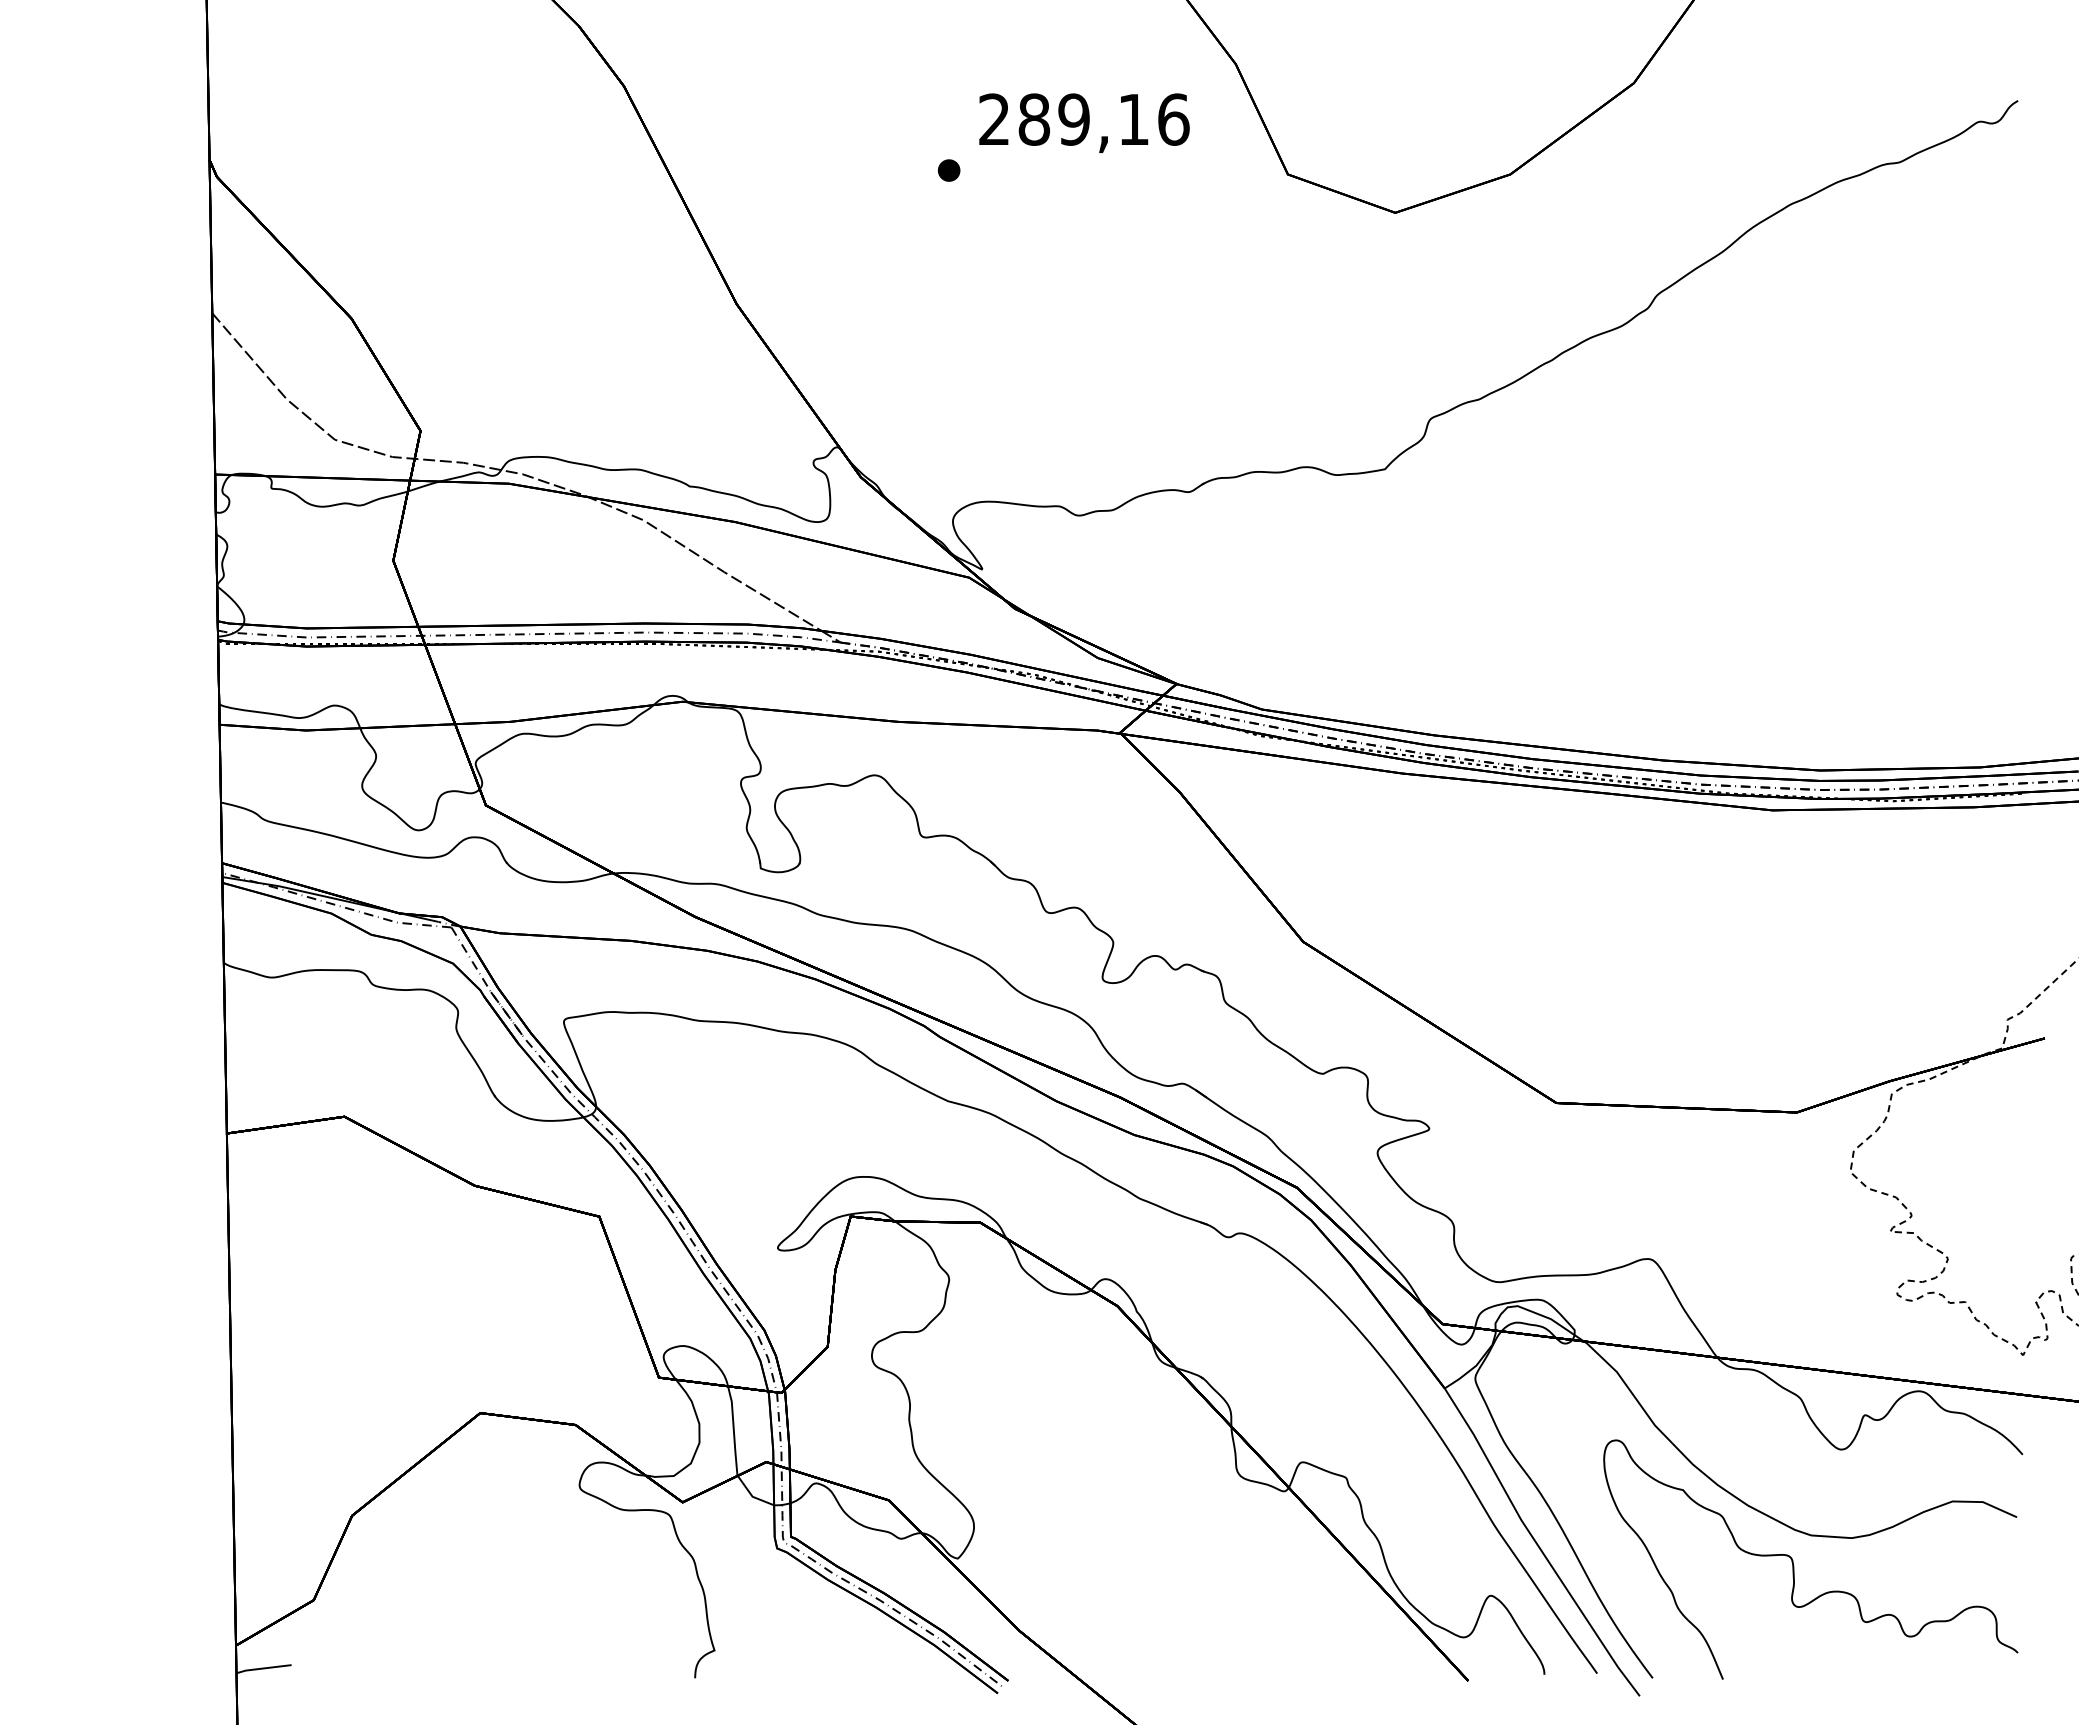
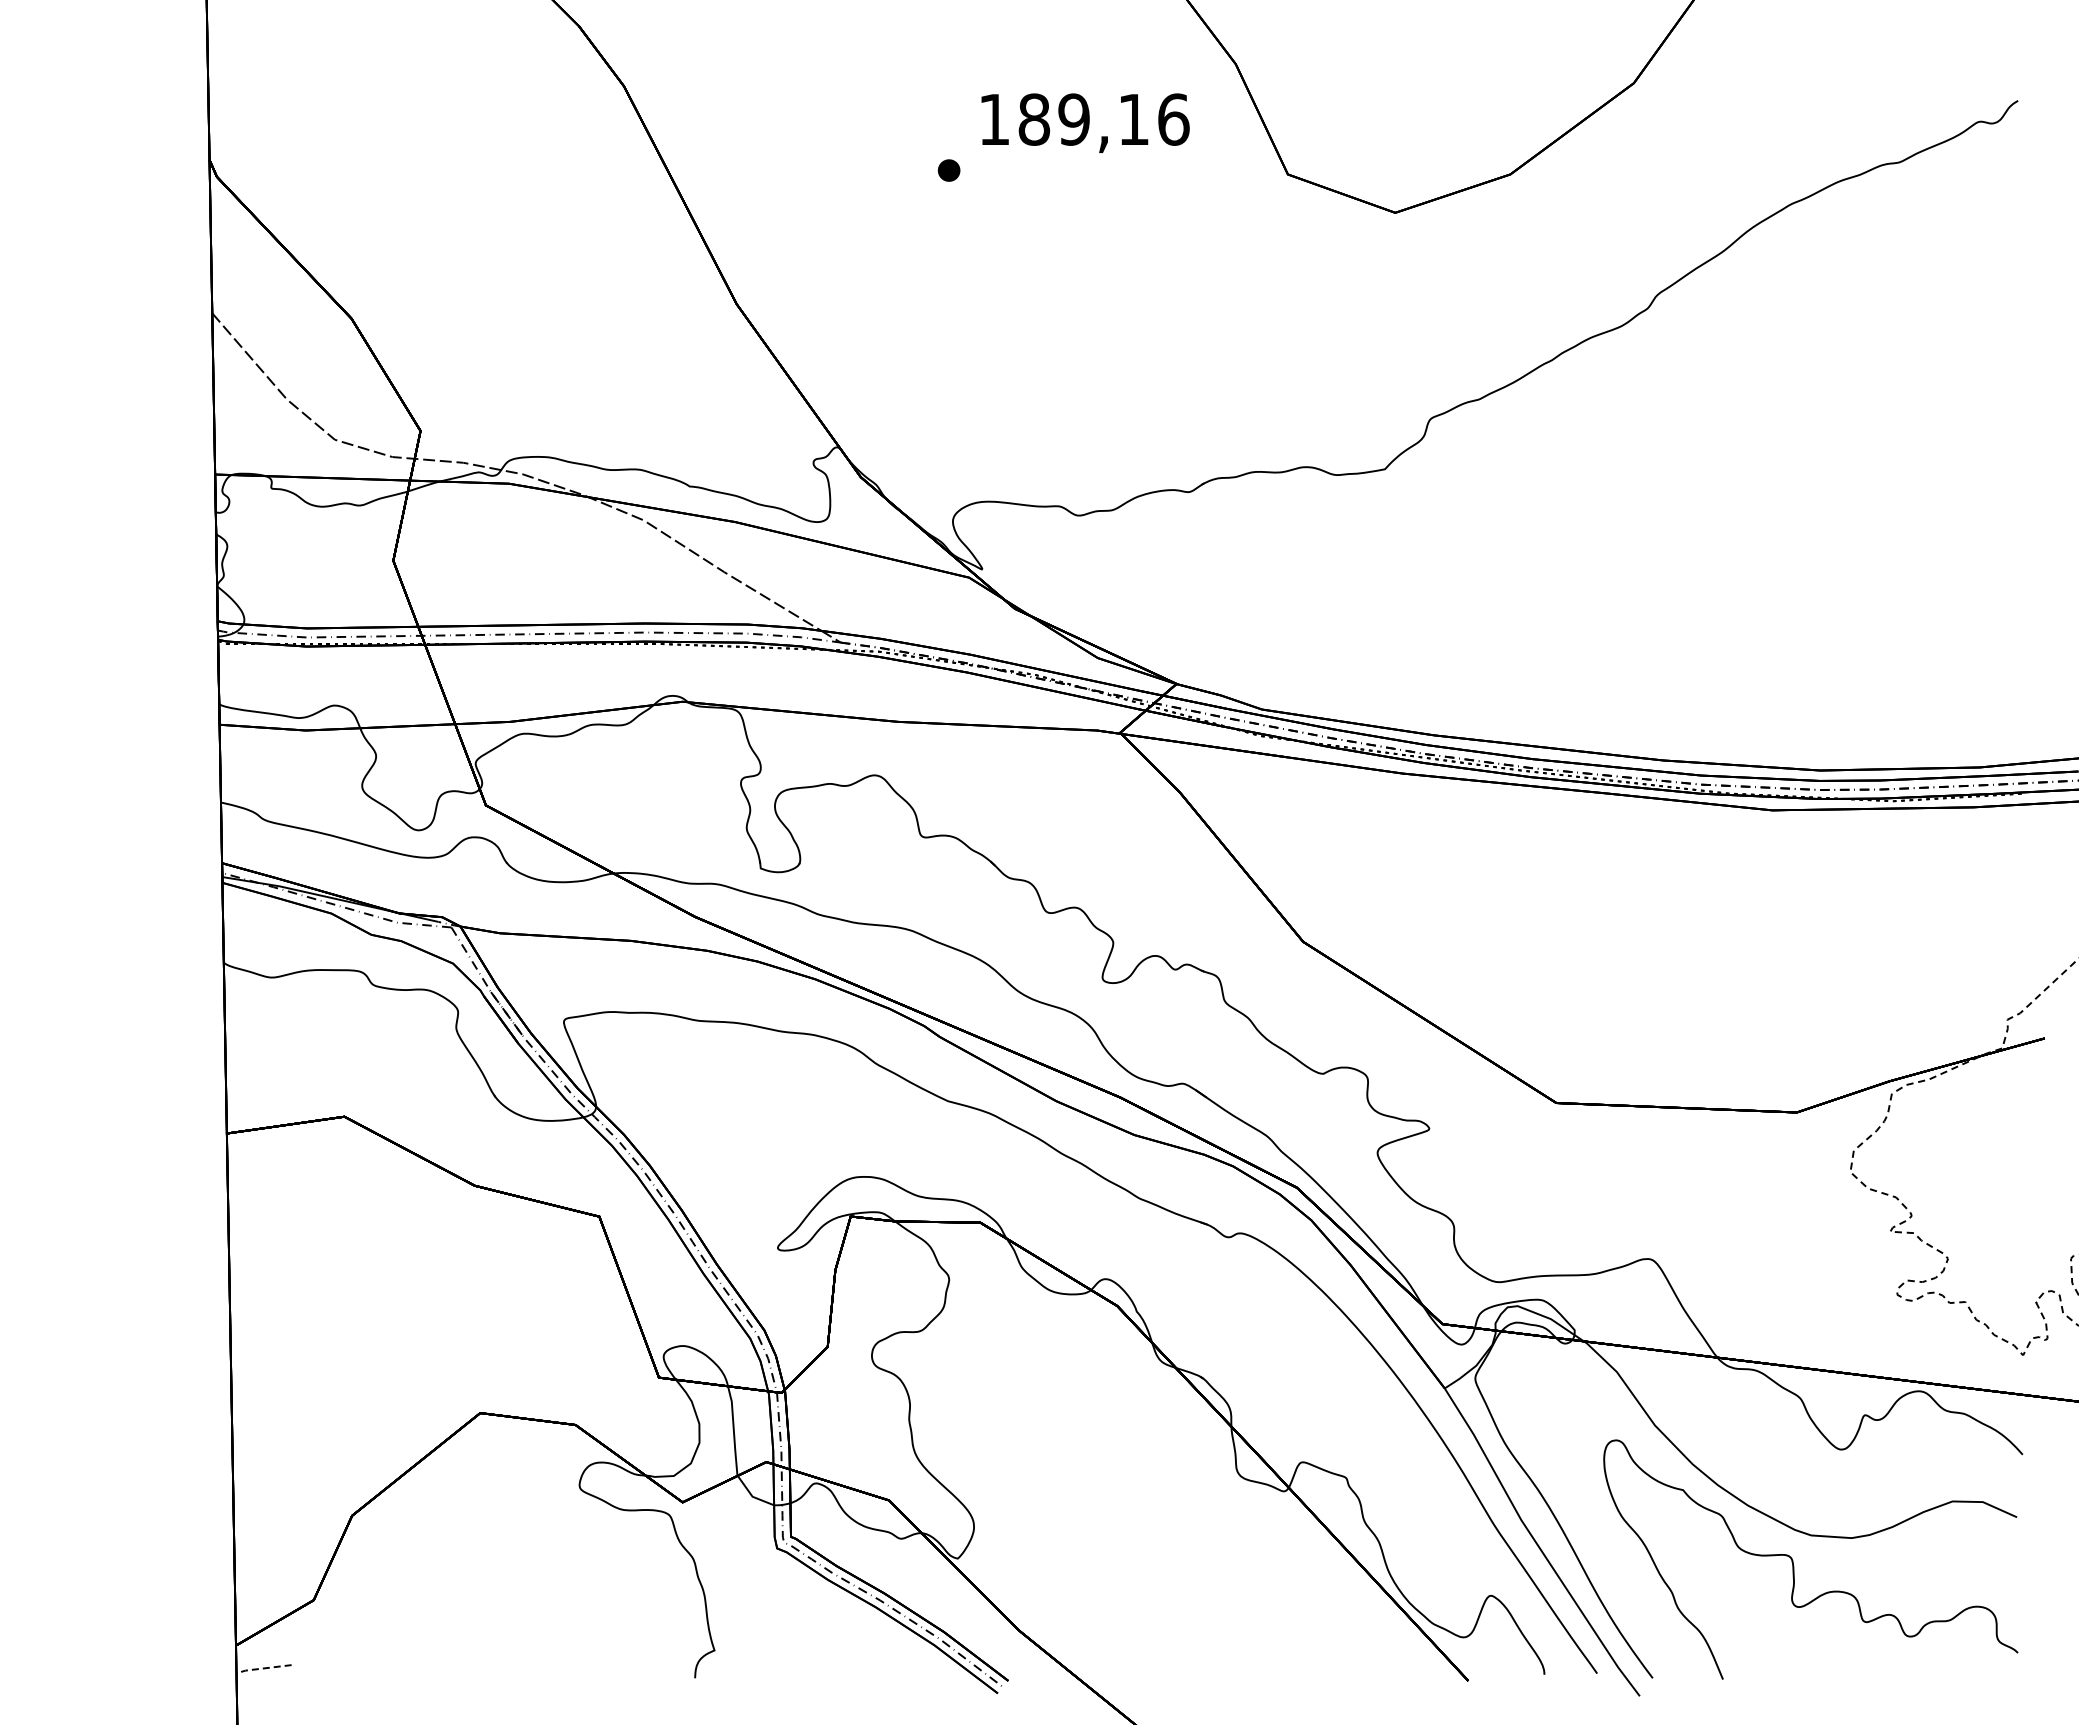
text at (993, 118): 289,16 -> 189,16
line at (262, 1668): solid -> dashed
